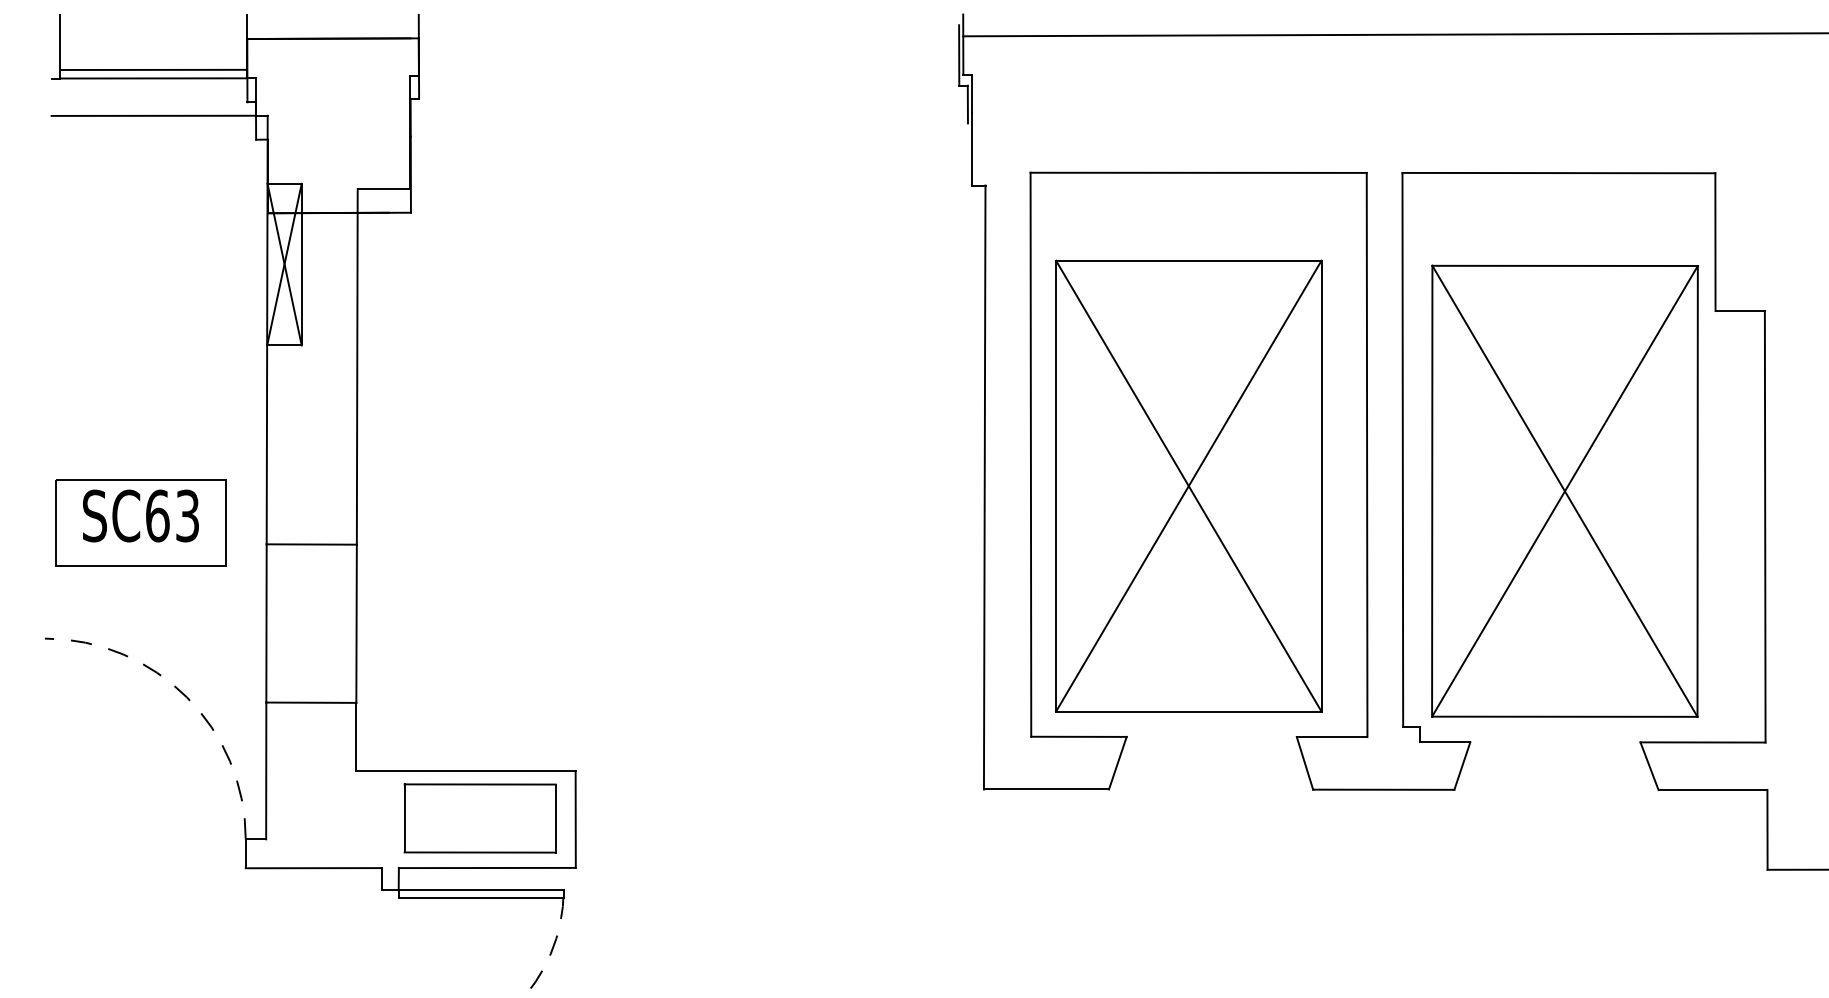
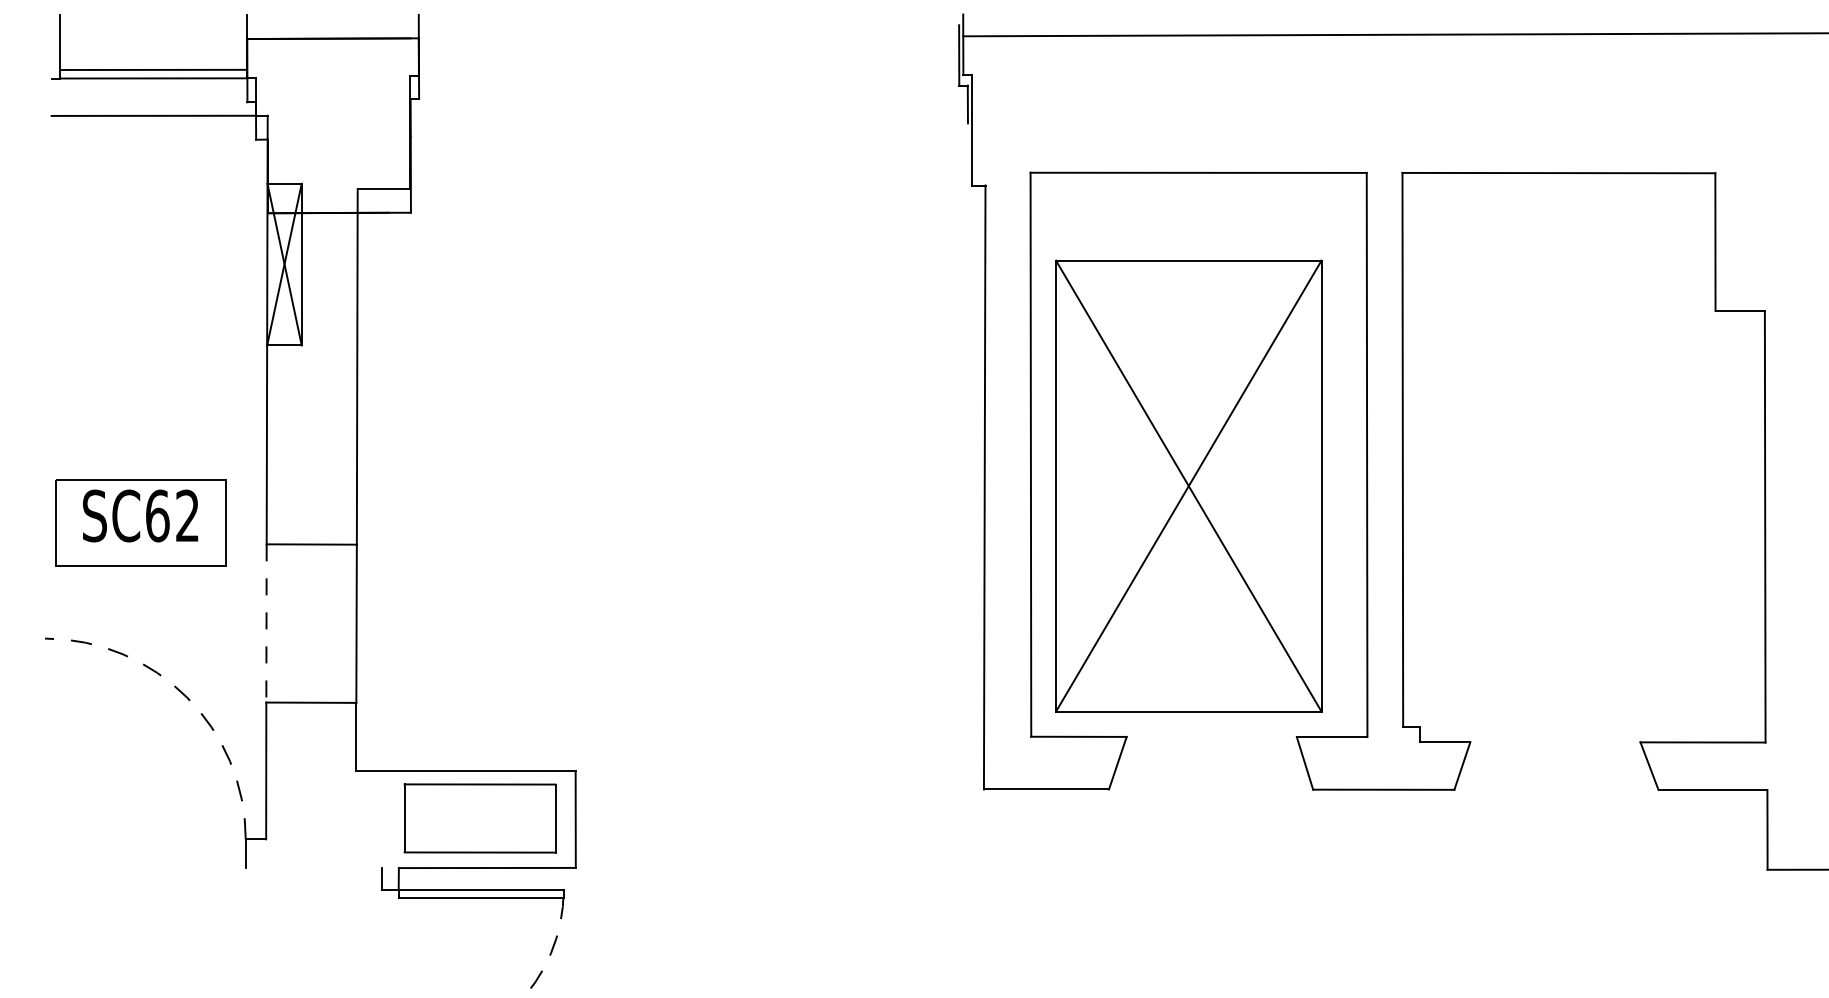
part at (1564, 490): present -> none
text at (187, 515): SC63 -> SC62
line at (266, 623): solid -> dashed
line at (313, 868): present -> none
